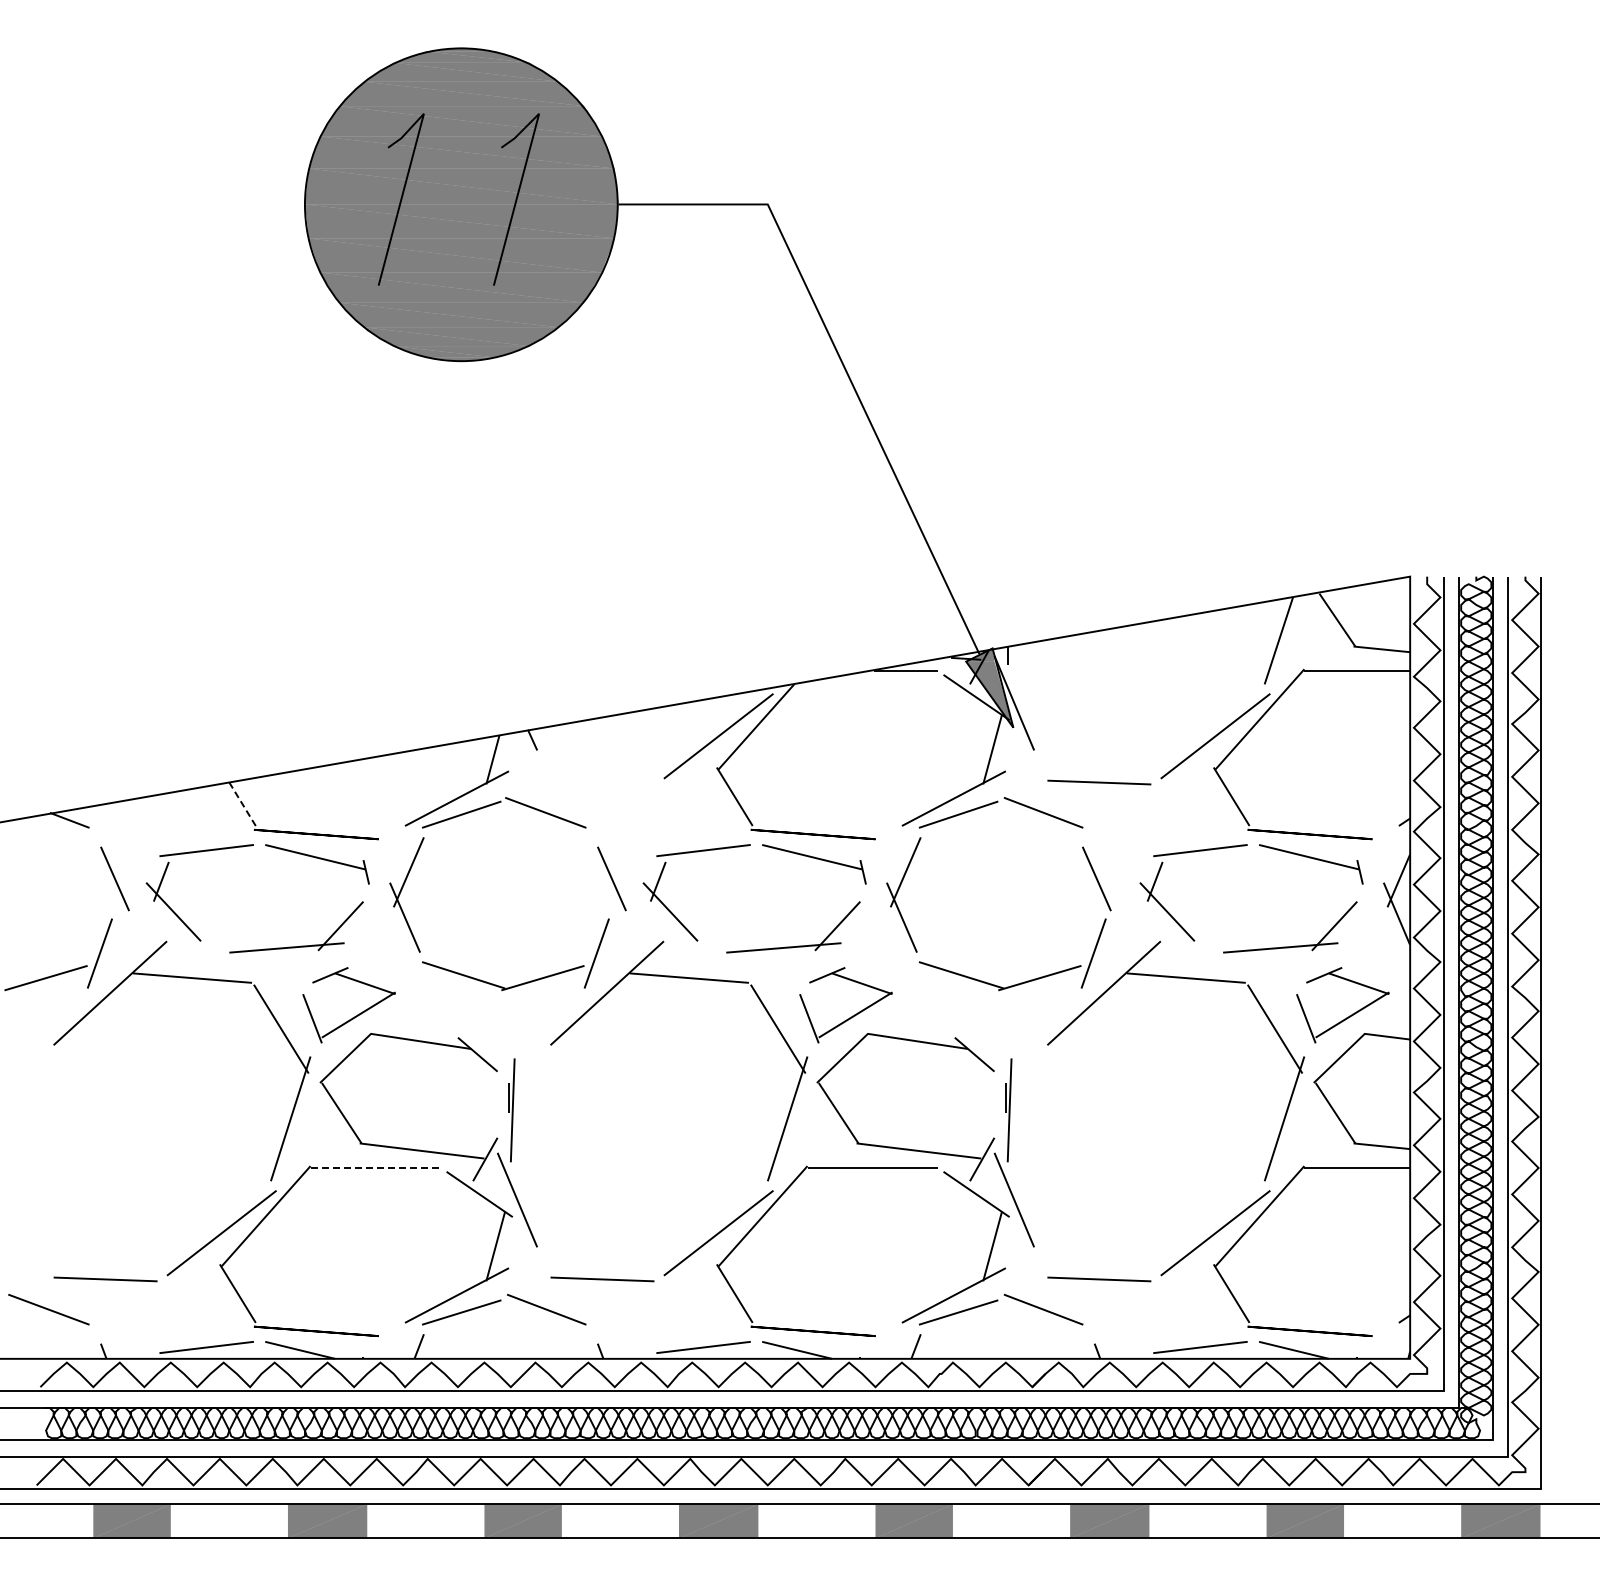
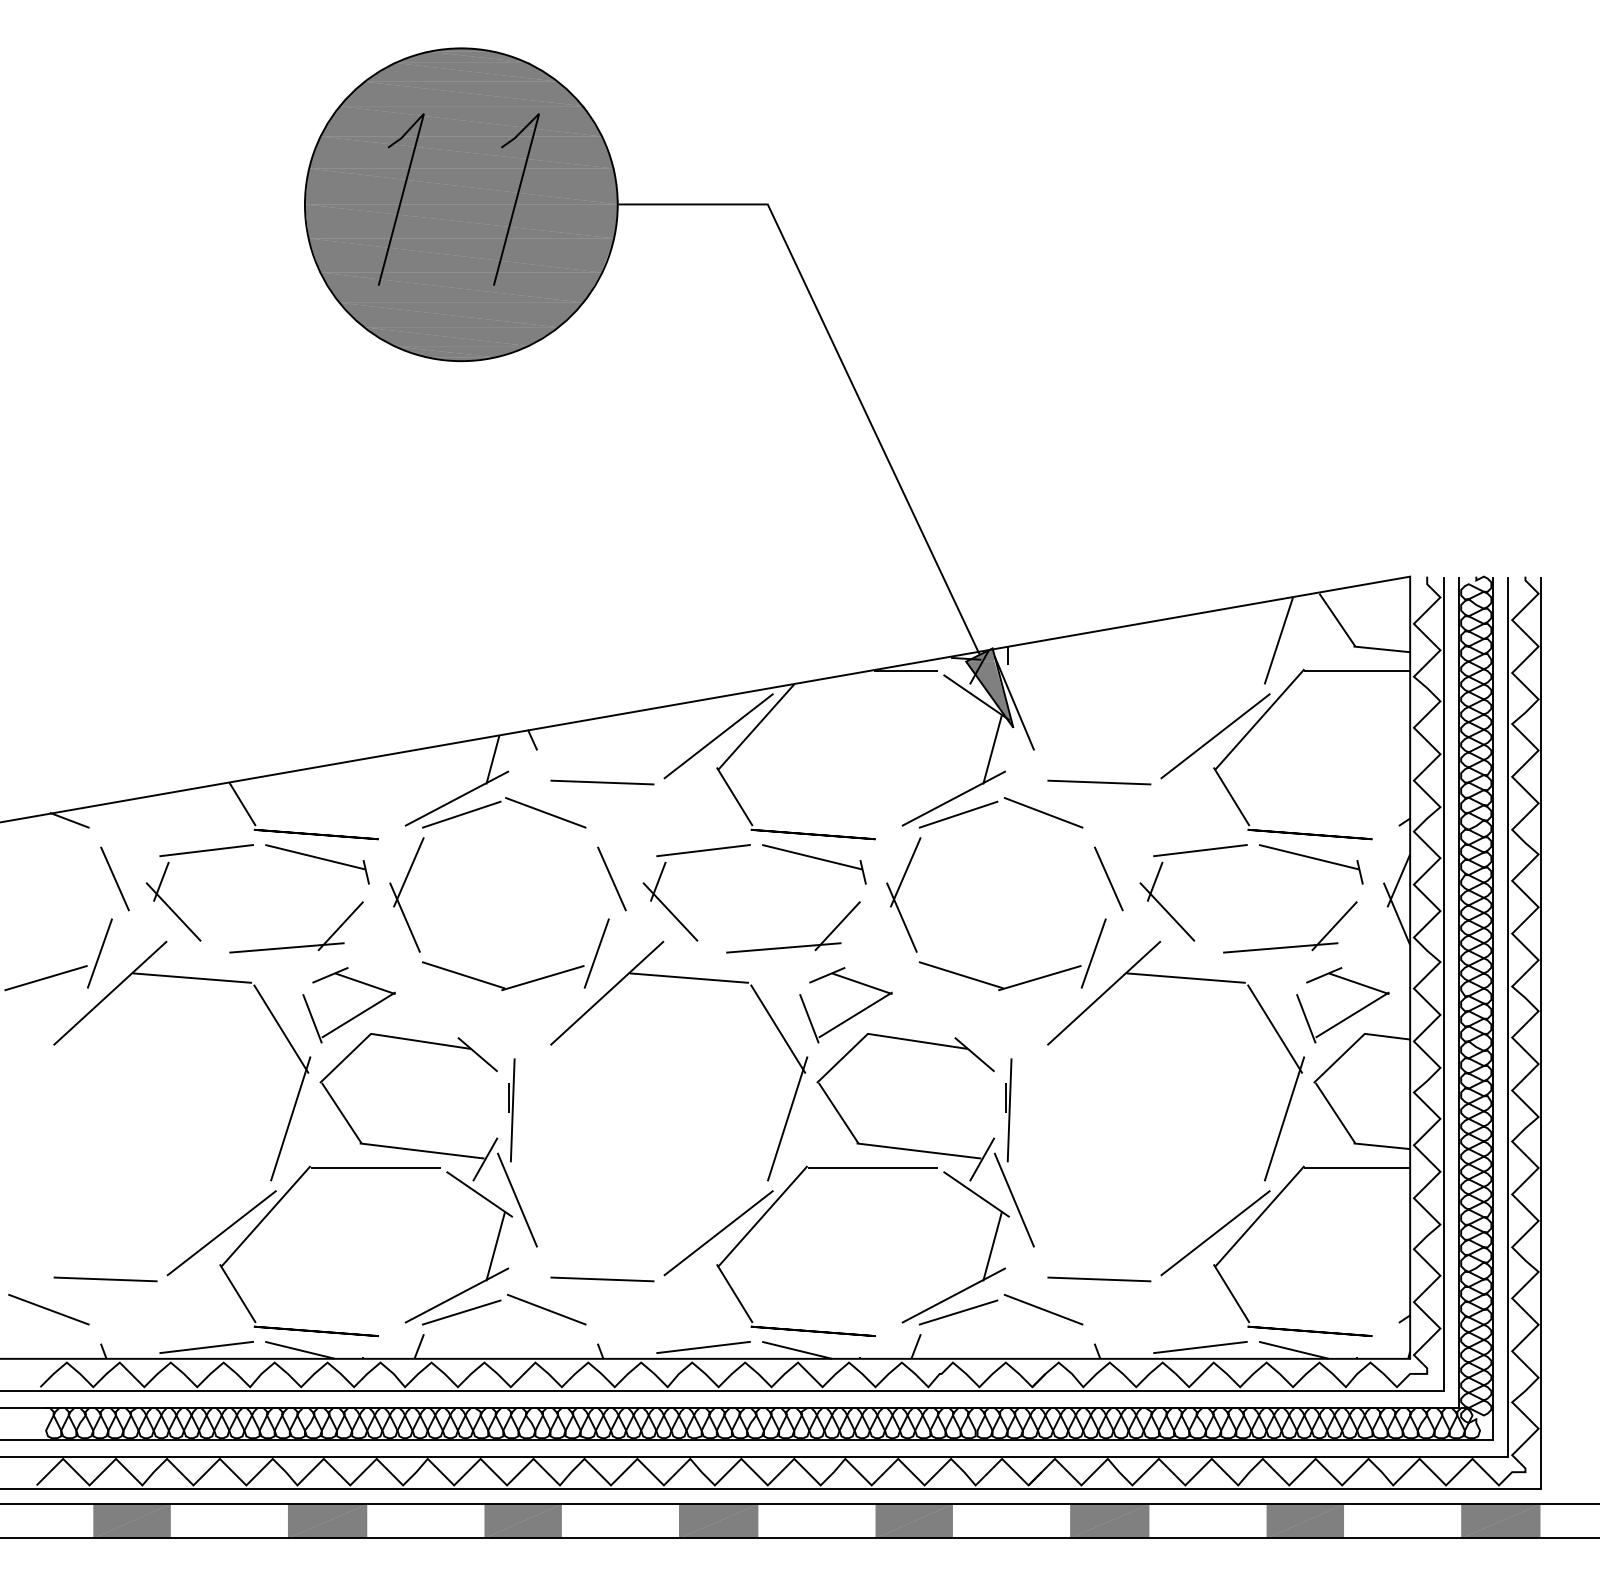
line at (602, 782): none -> present
line at (242, 803): dashed -> solid
line at (1096, 878) position: (1096, 878) -> (1108, 878)
line at (376, 1168): dashed -> solid
